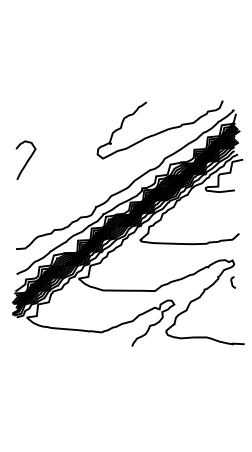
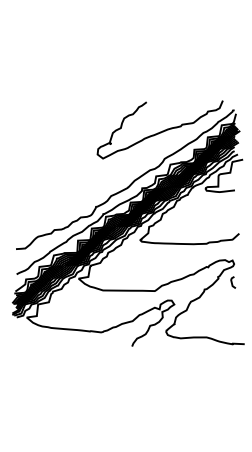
curve at (27, 159): present -> none
